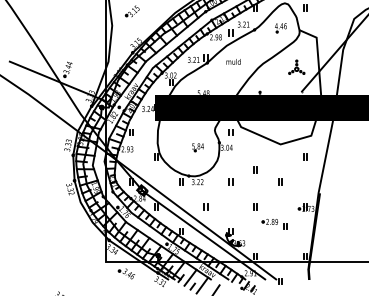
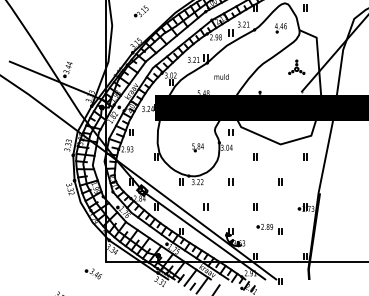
part at (131, 11) position: (131, 11) -> (140, 11)
text at (233, 61) position: (233, 61) -> (221, 76)
part at (255, 169) position: (255, 169) -> (255, 156)
part at (274, 224) position: (274, 224) -> (269, 229)
part at (125, 273) position: (125, 273) -> (92, 273)
